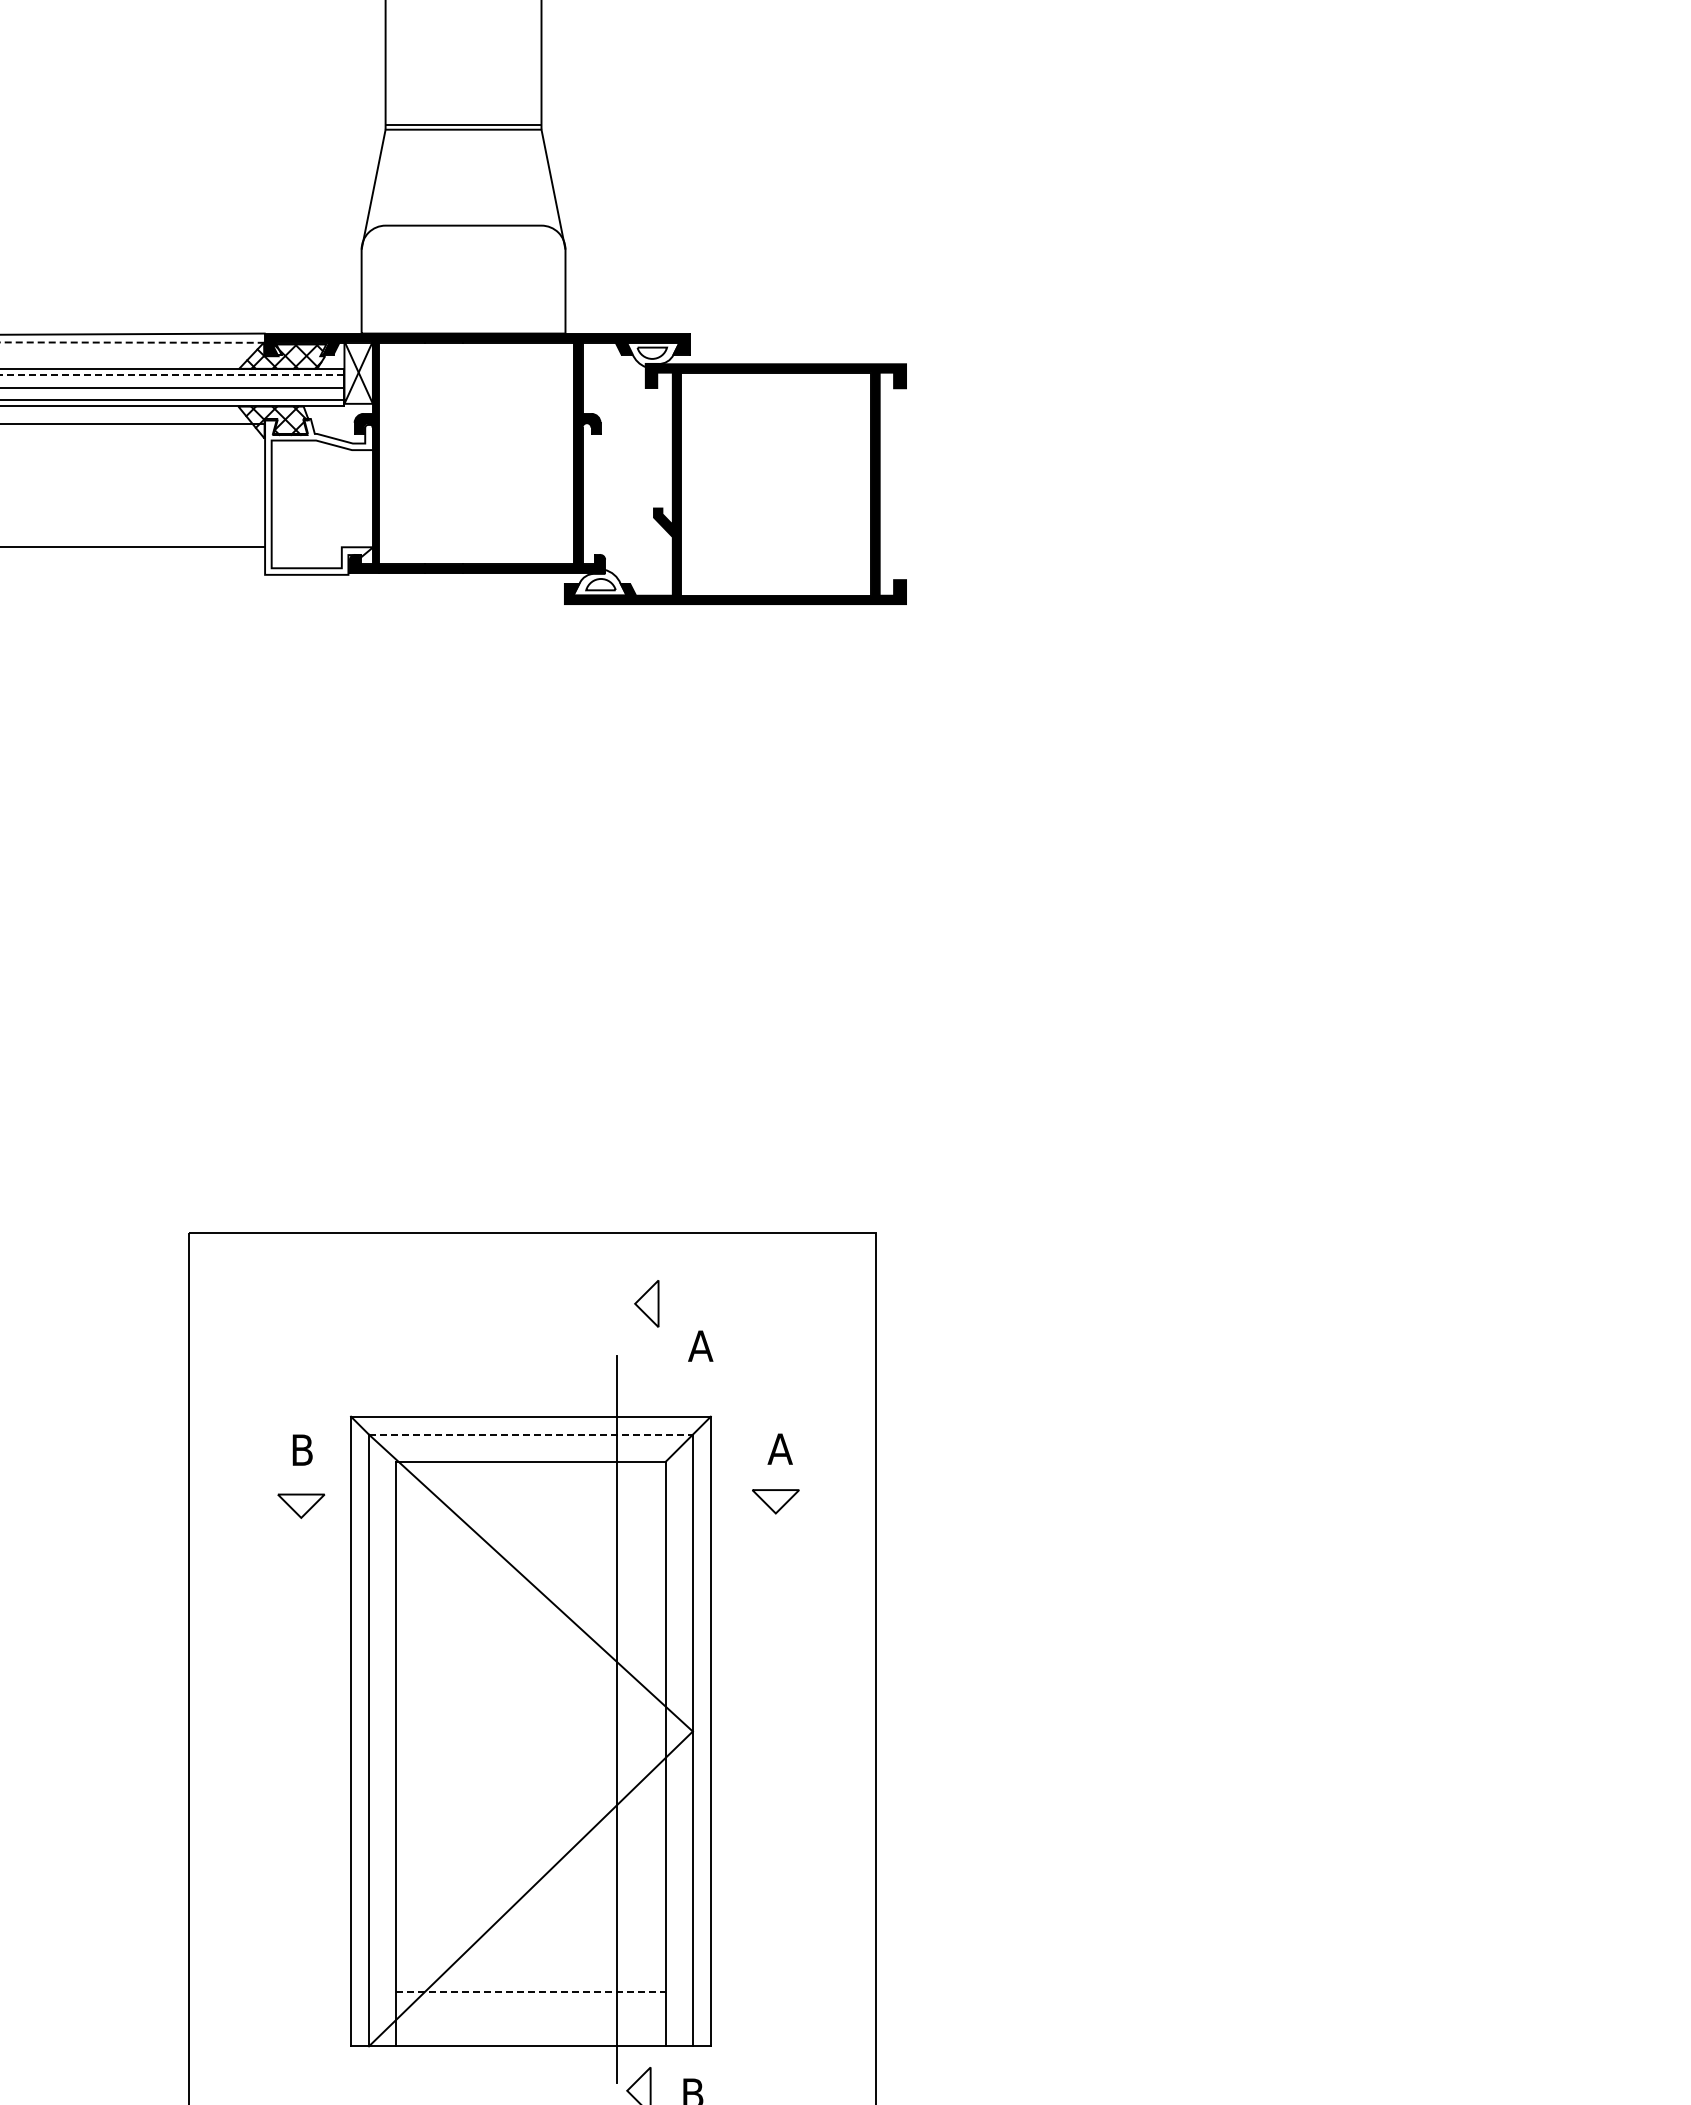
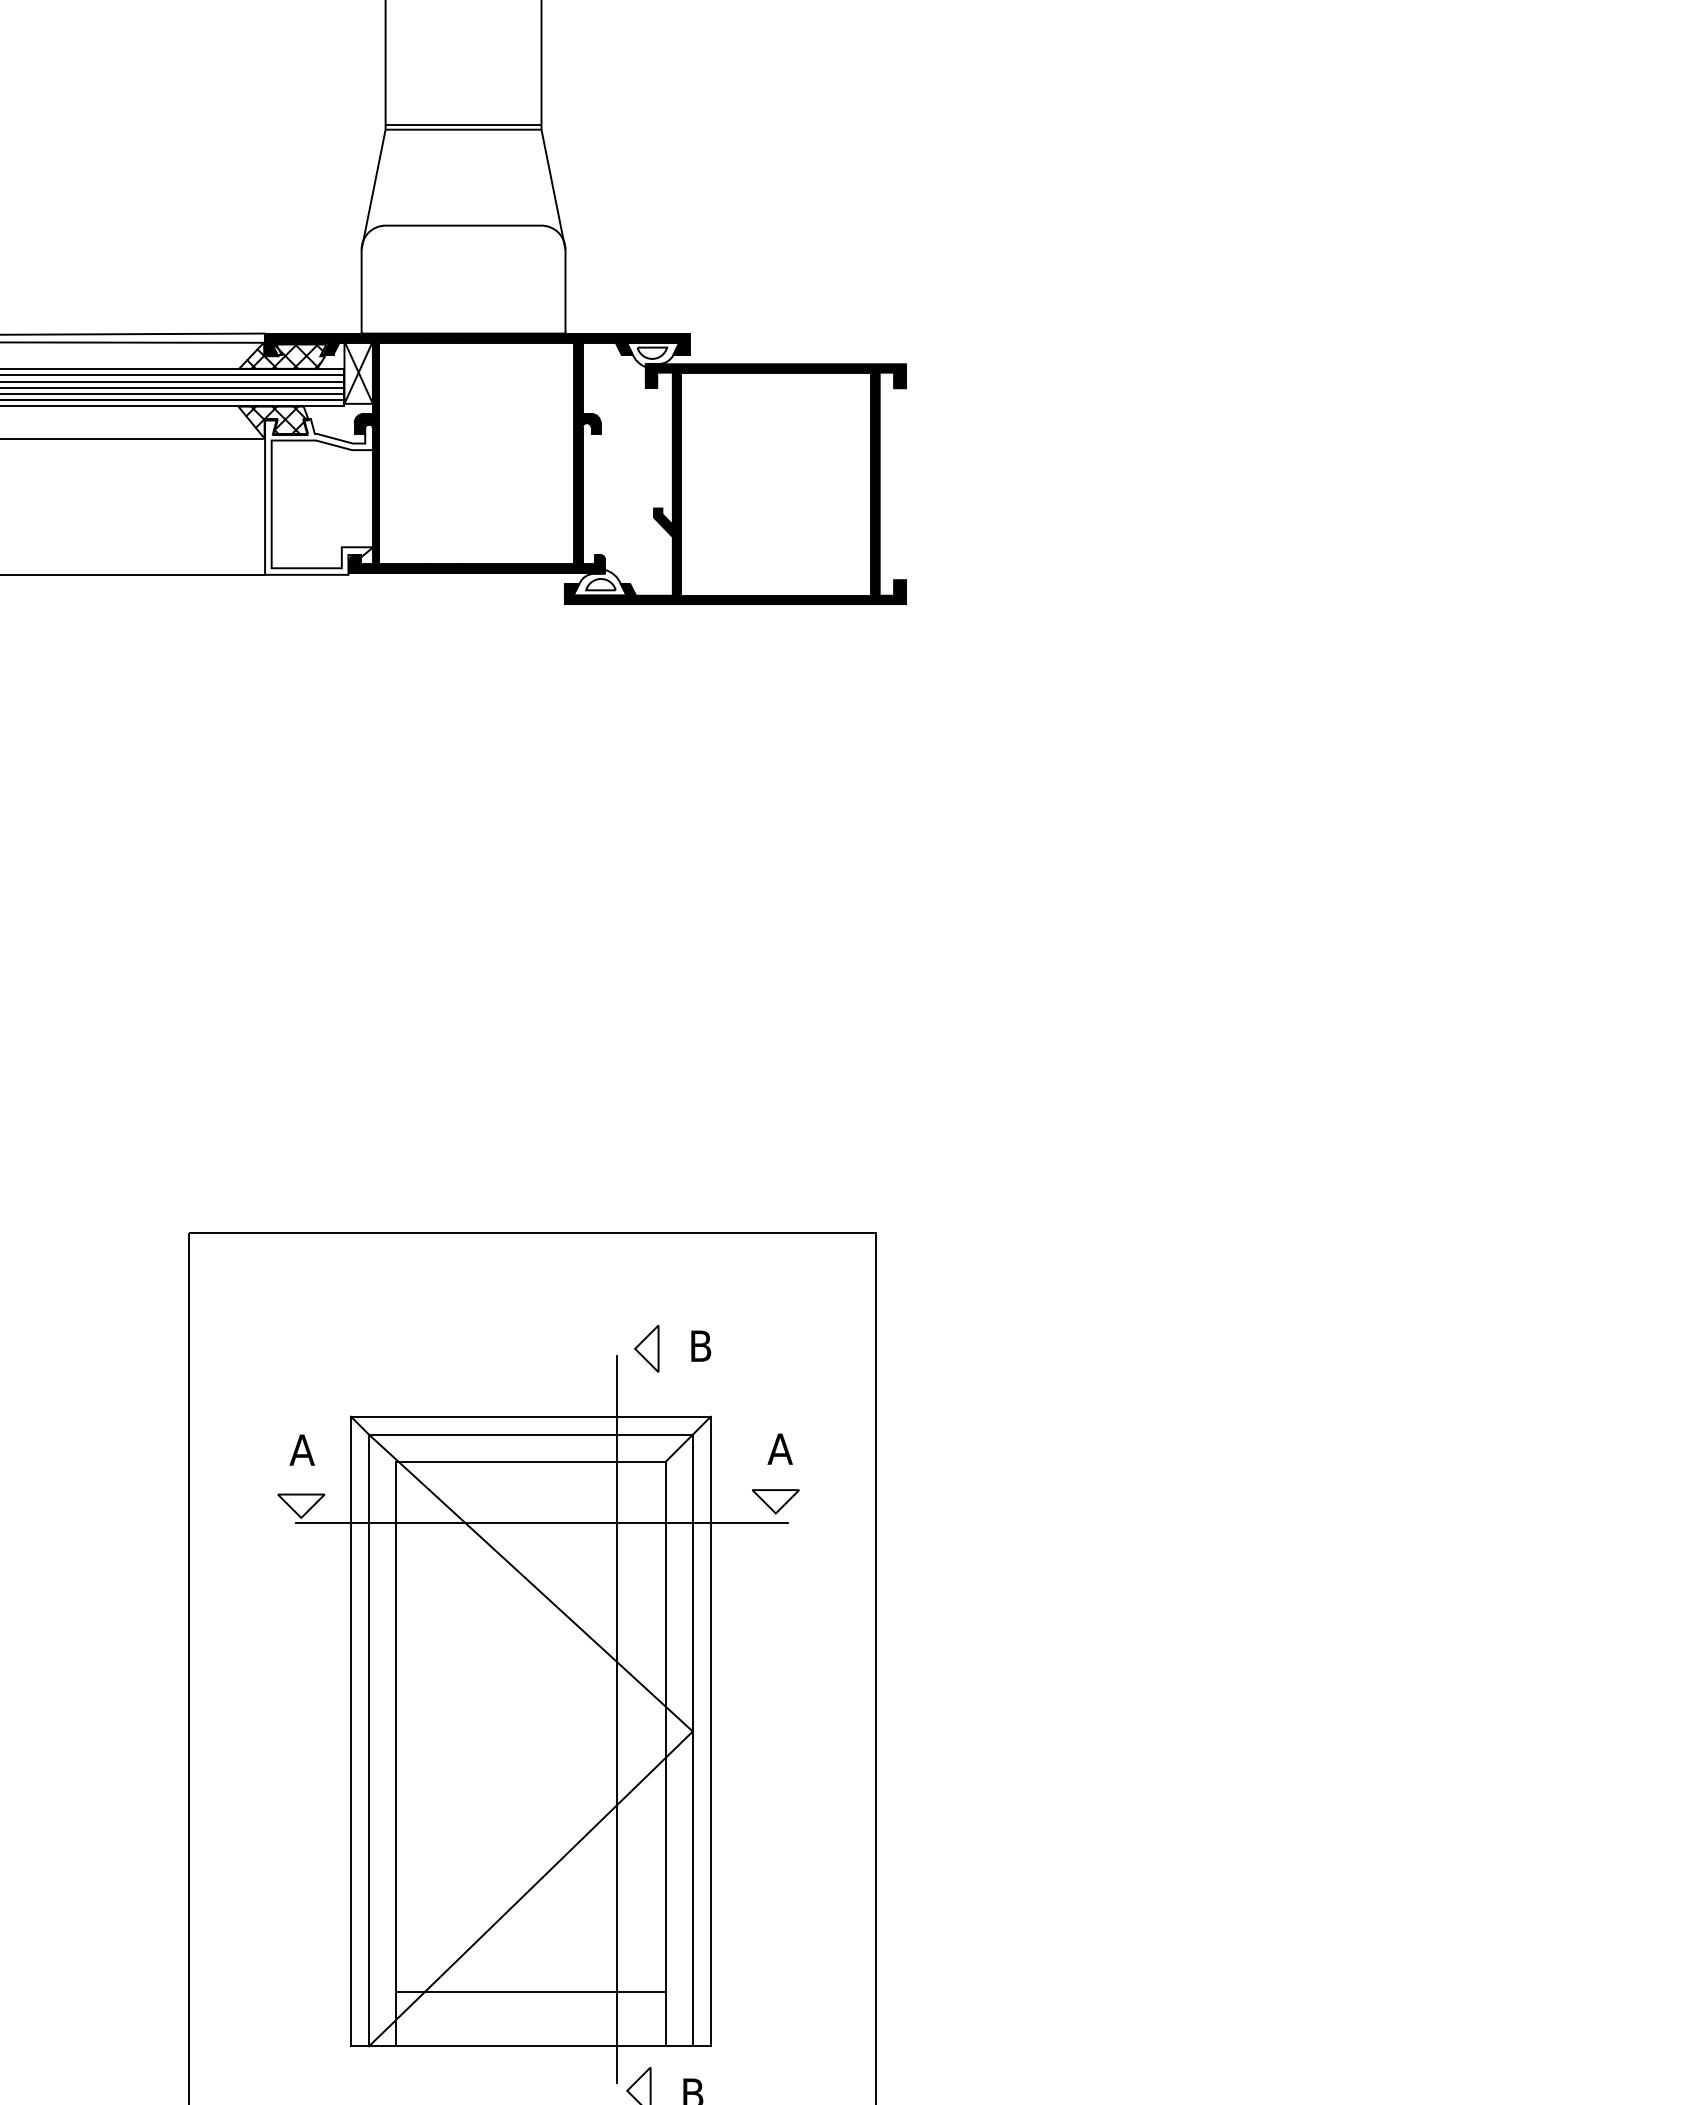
line at (132, 342): dashed -> solid
line at (172, 375): dashed -> solid
line at (172, 381): none -> present
line at (172, 394): none -> present
line at (133, 423) position: (133, 423) -> (133, 438)
line at (133, 547) position: (133, 547) -> (133, 575)
part at (646, 1303) position: (646, 1303) -> (646, 1348)
text at (700, 1345): A -> B
line at (530, 1434): dashed -> solid
text at (301, 1449): B -> A
line at (542, 1522): none -> present
line at (530, 1992): dashed -> solid
